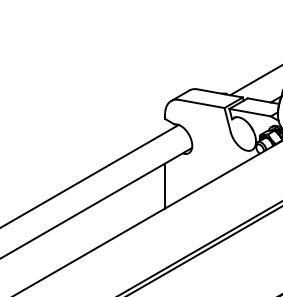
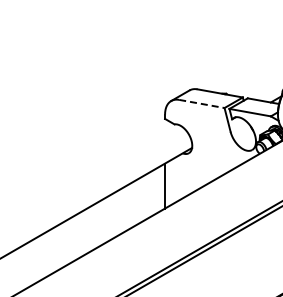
line at (254, 80): present -> none
line at (202, 104): solid -> dashed
line at (90, 175): present -> none
